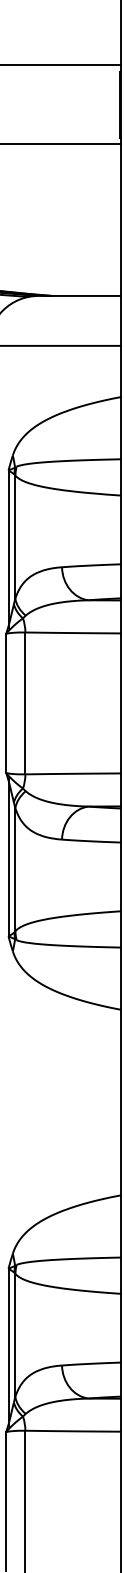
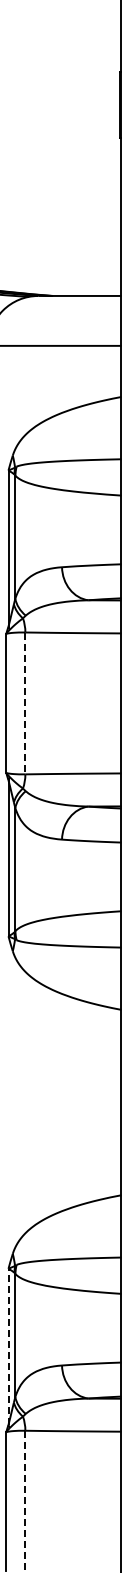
line at (61, 65): present -> none
line at (61, 144): present -> none
line at (25, 703): solid -> dashed
line at (8, 1346): solid -> dashed
line at (25, 1501): solid -> dashed
